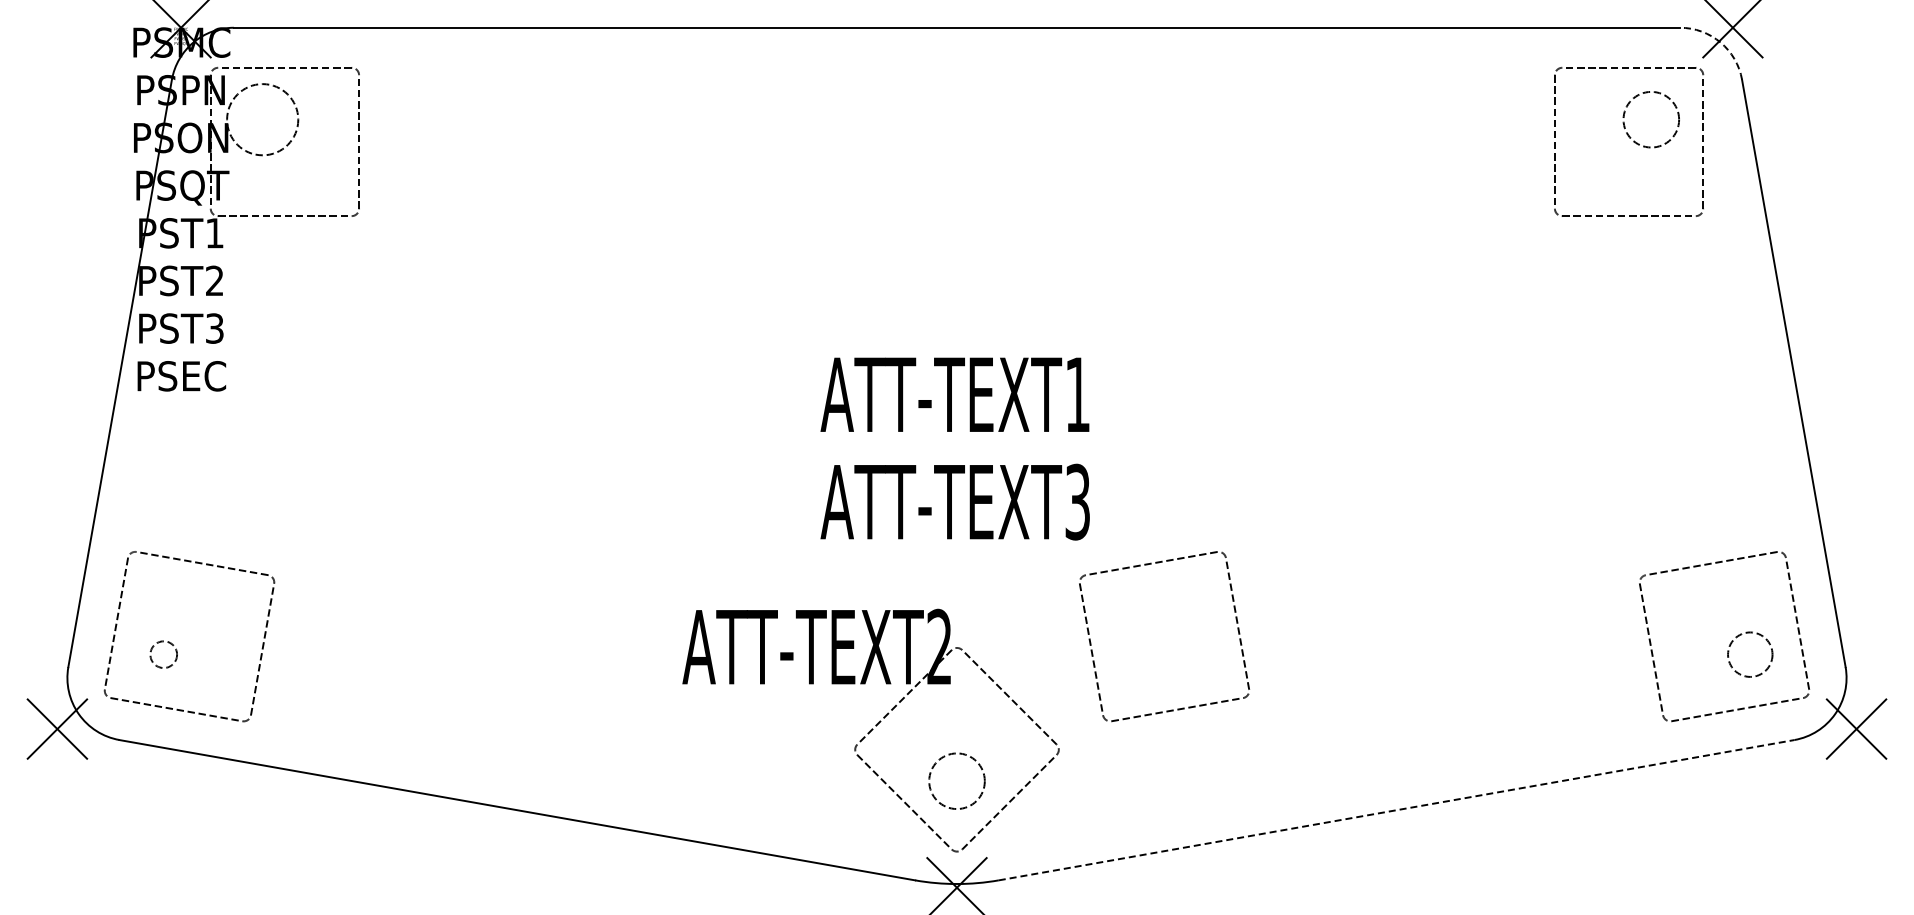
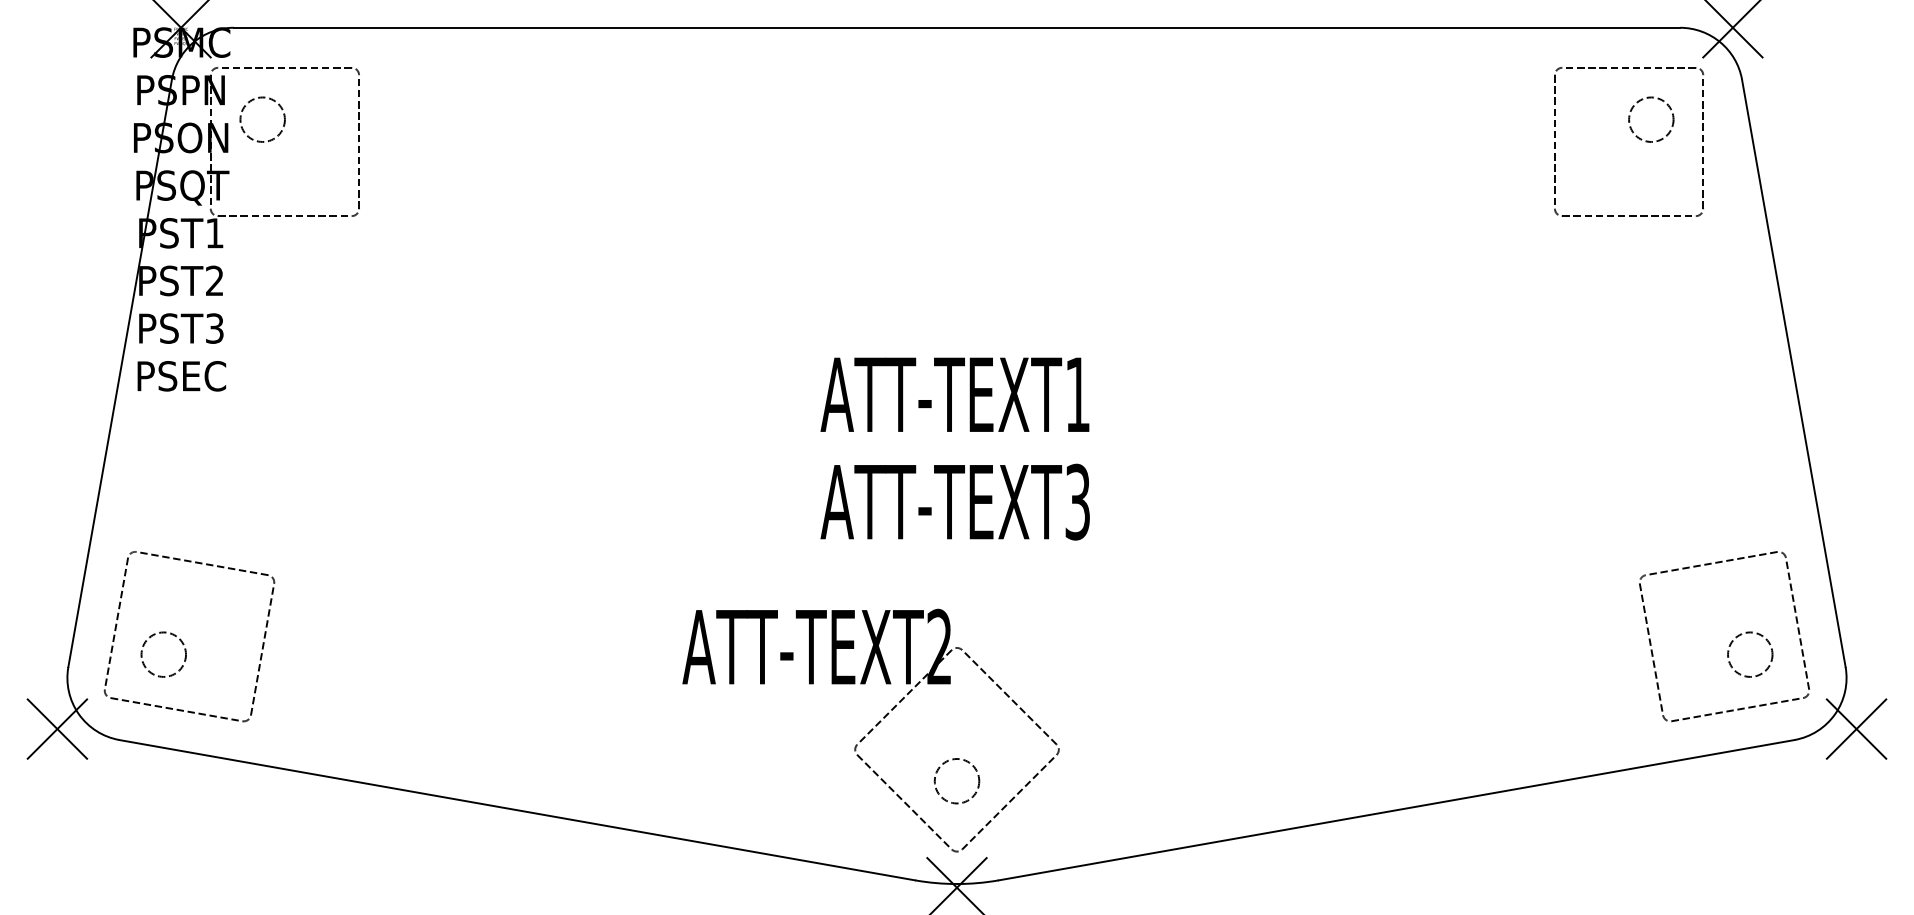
arc at (1720, 42): dashed -> solid
circle at (262, 119) diameter: 71 px -> 45 px
circle at (1651, 119) diameter: 56 px -> 45 px
part at (1147, 565): present -> none
circle at (163, 654) diameter: 27 px -> 45 px
circle at (956, 781) diameter: 56 px -> 45 px
line at (1397, 810): dashed -> solid
